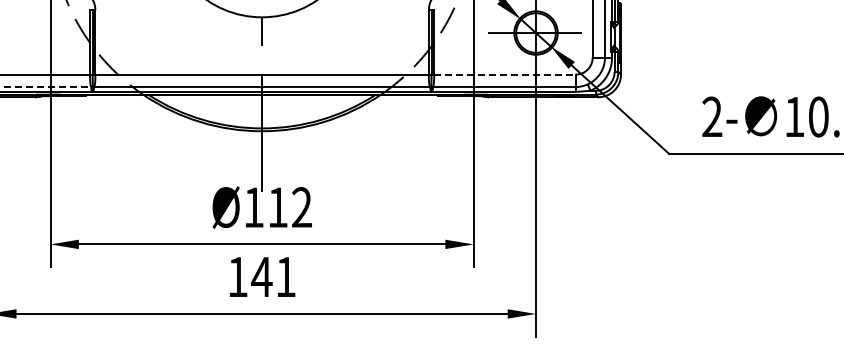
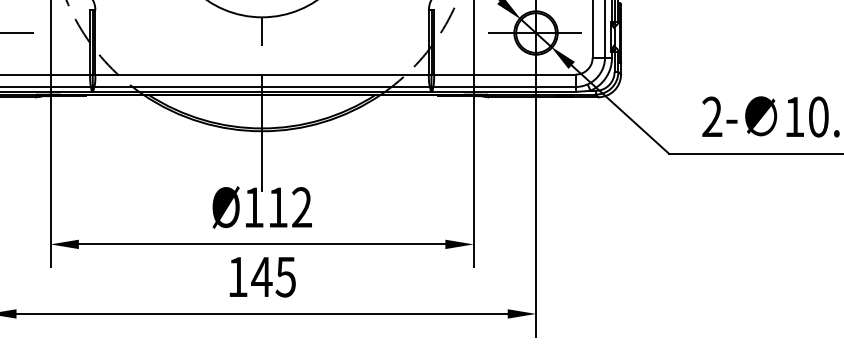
line at (18, 33): none -> present
line at (504, 74): dashed -> solid
line at (46, 87): dashed -> solid
text at (285, 277): 141 -> 145
